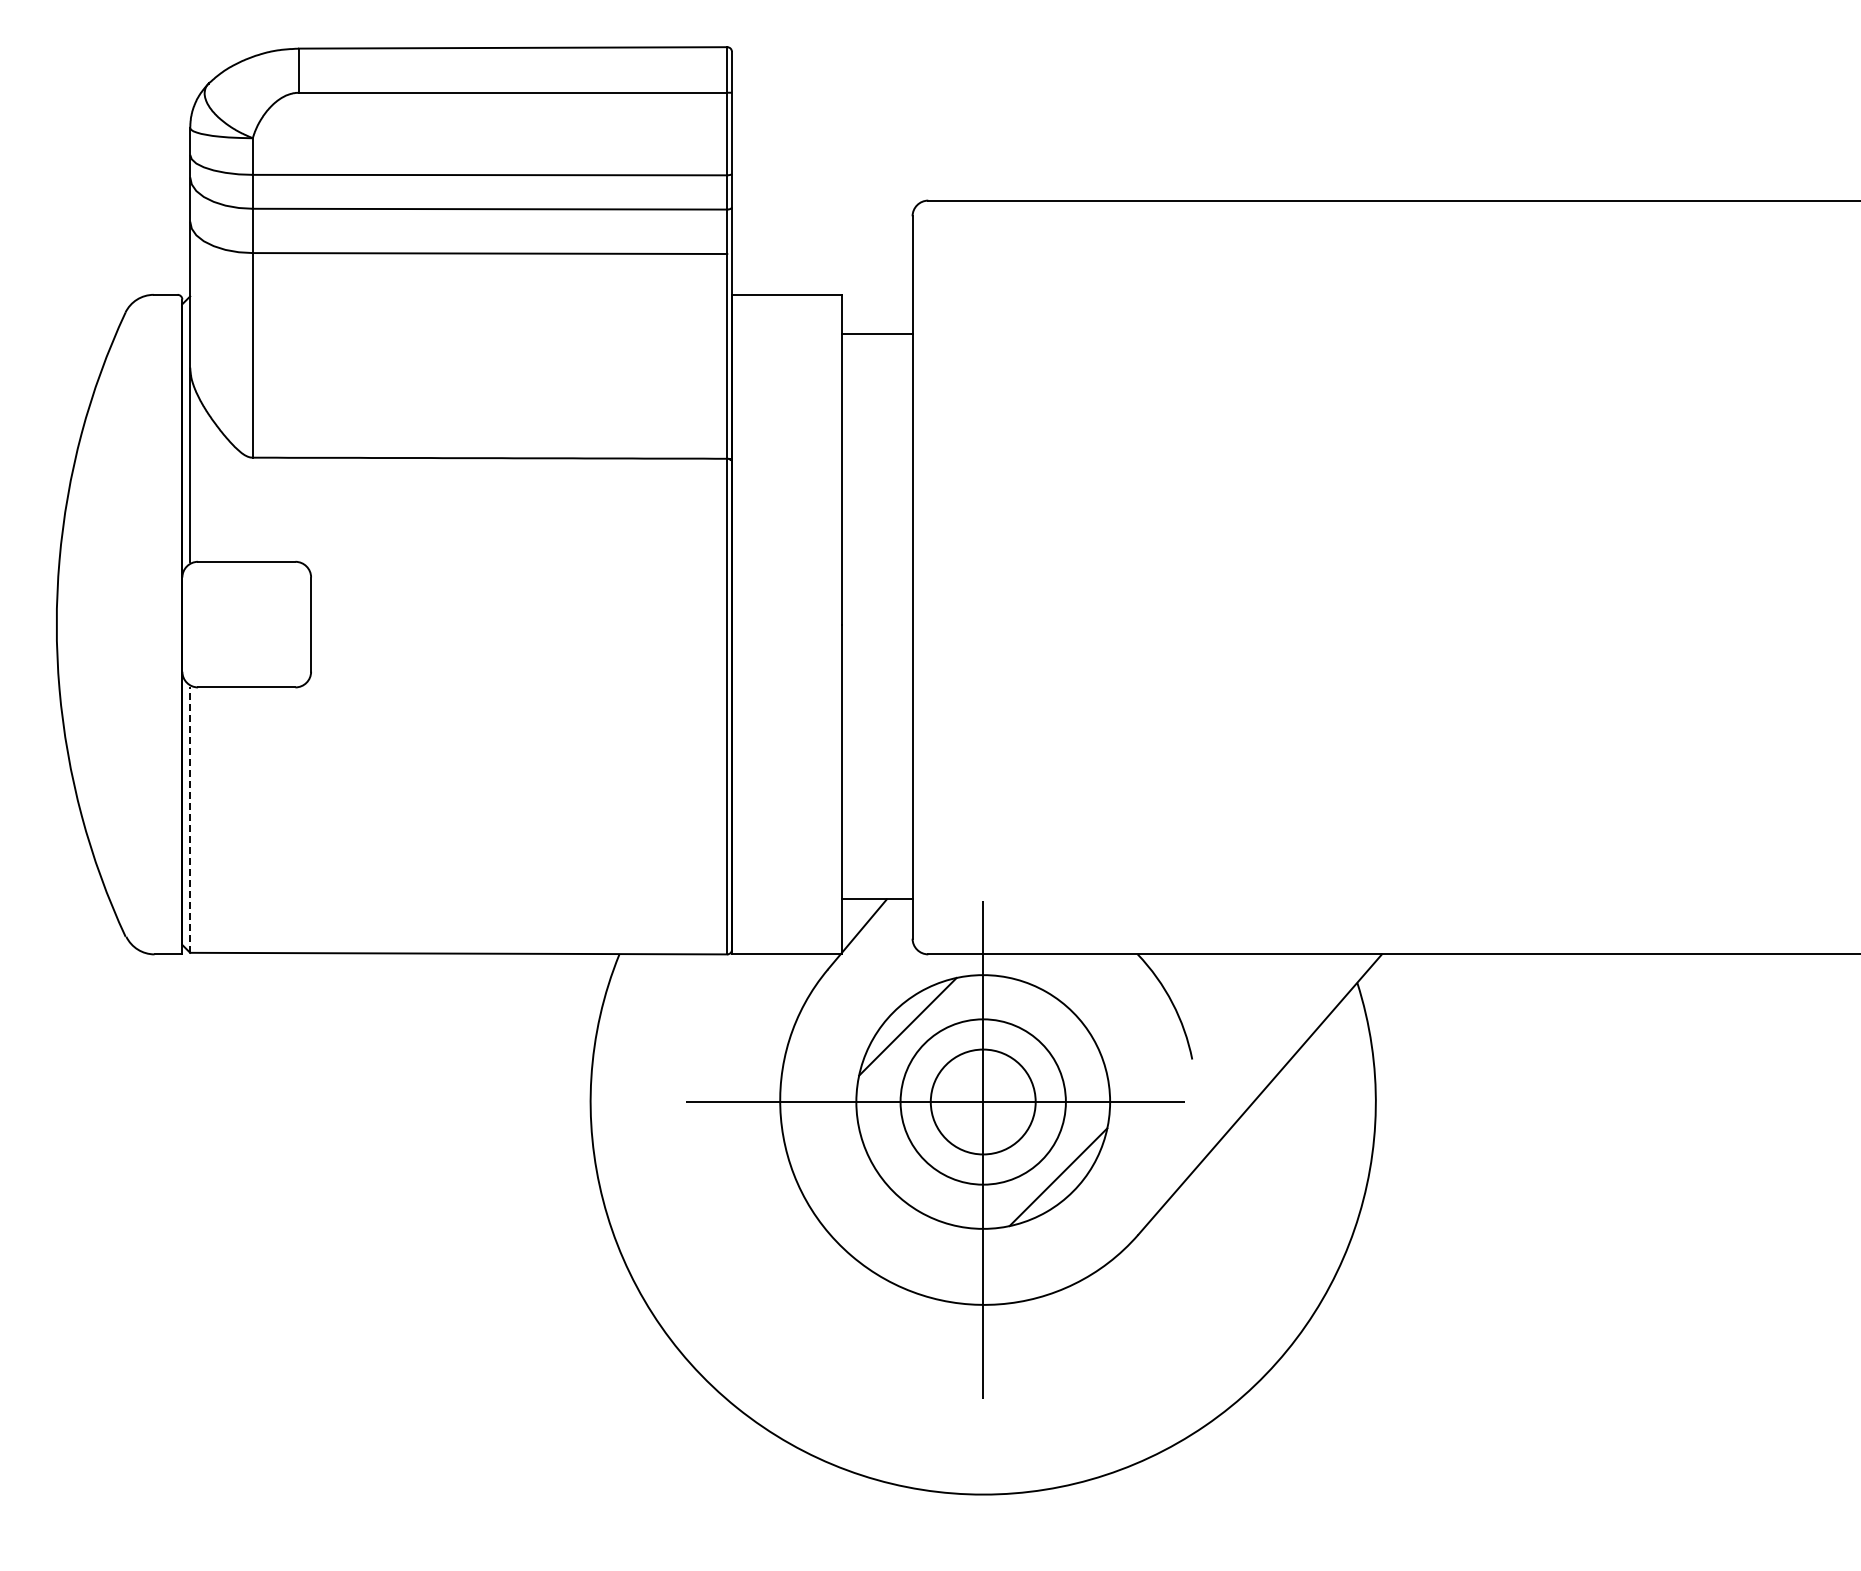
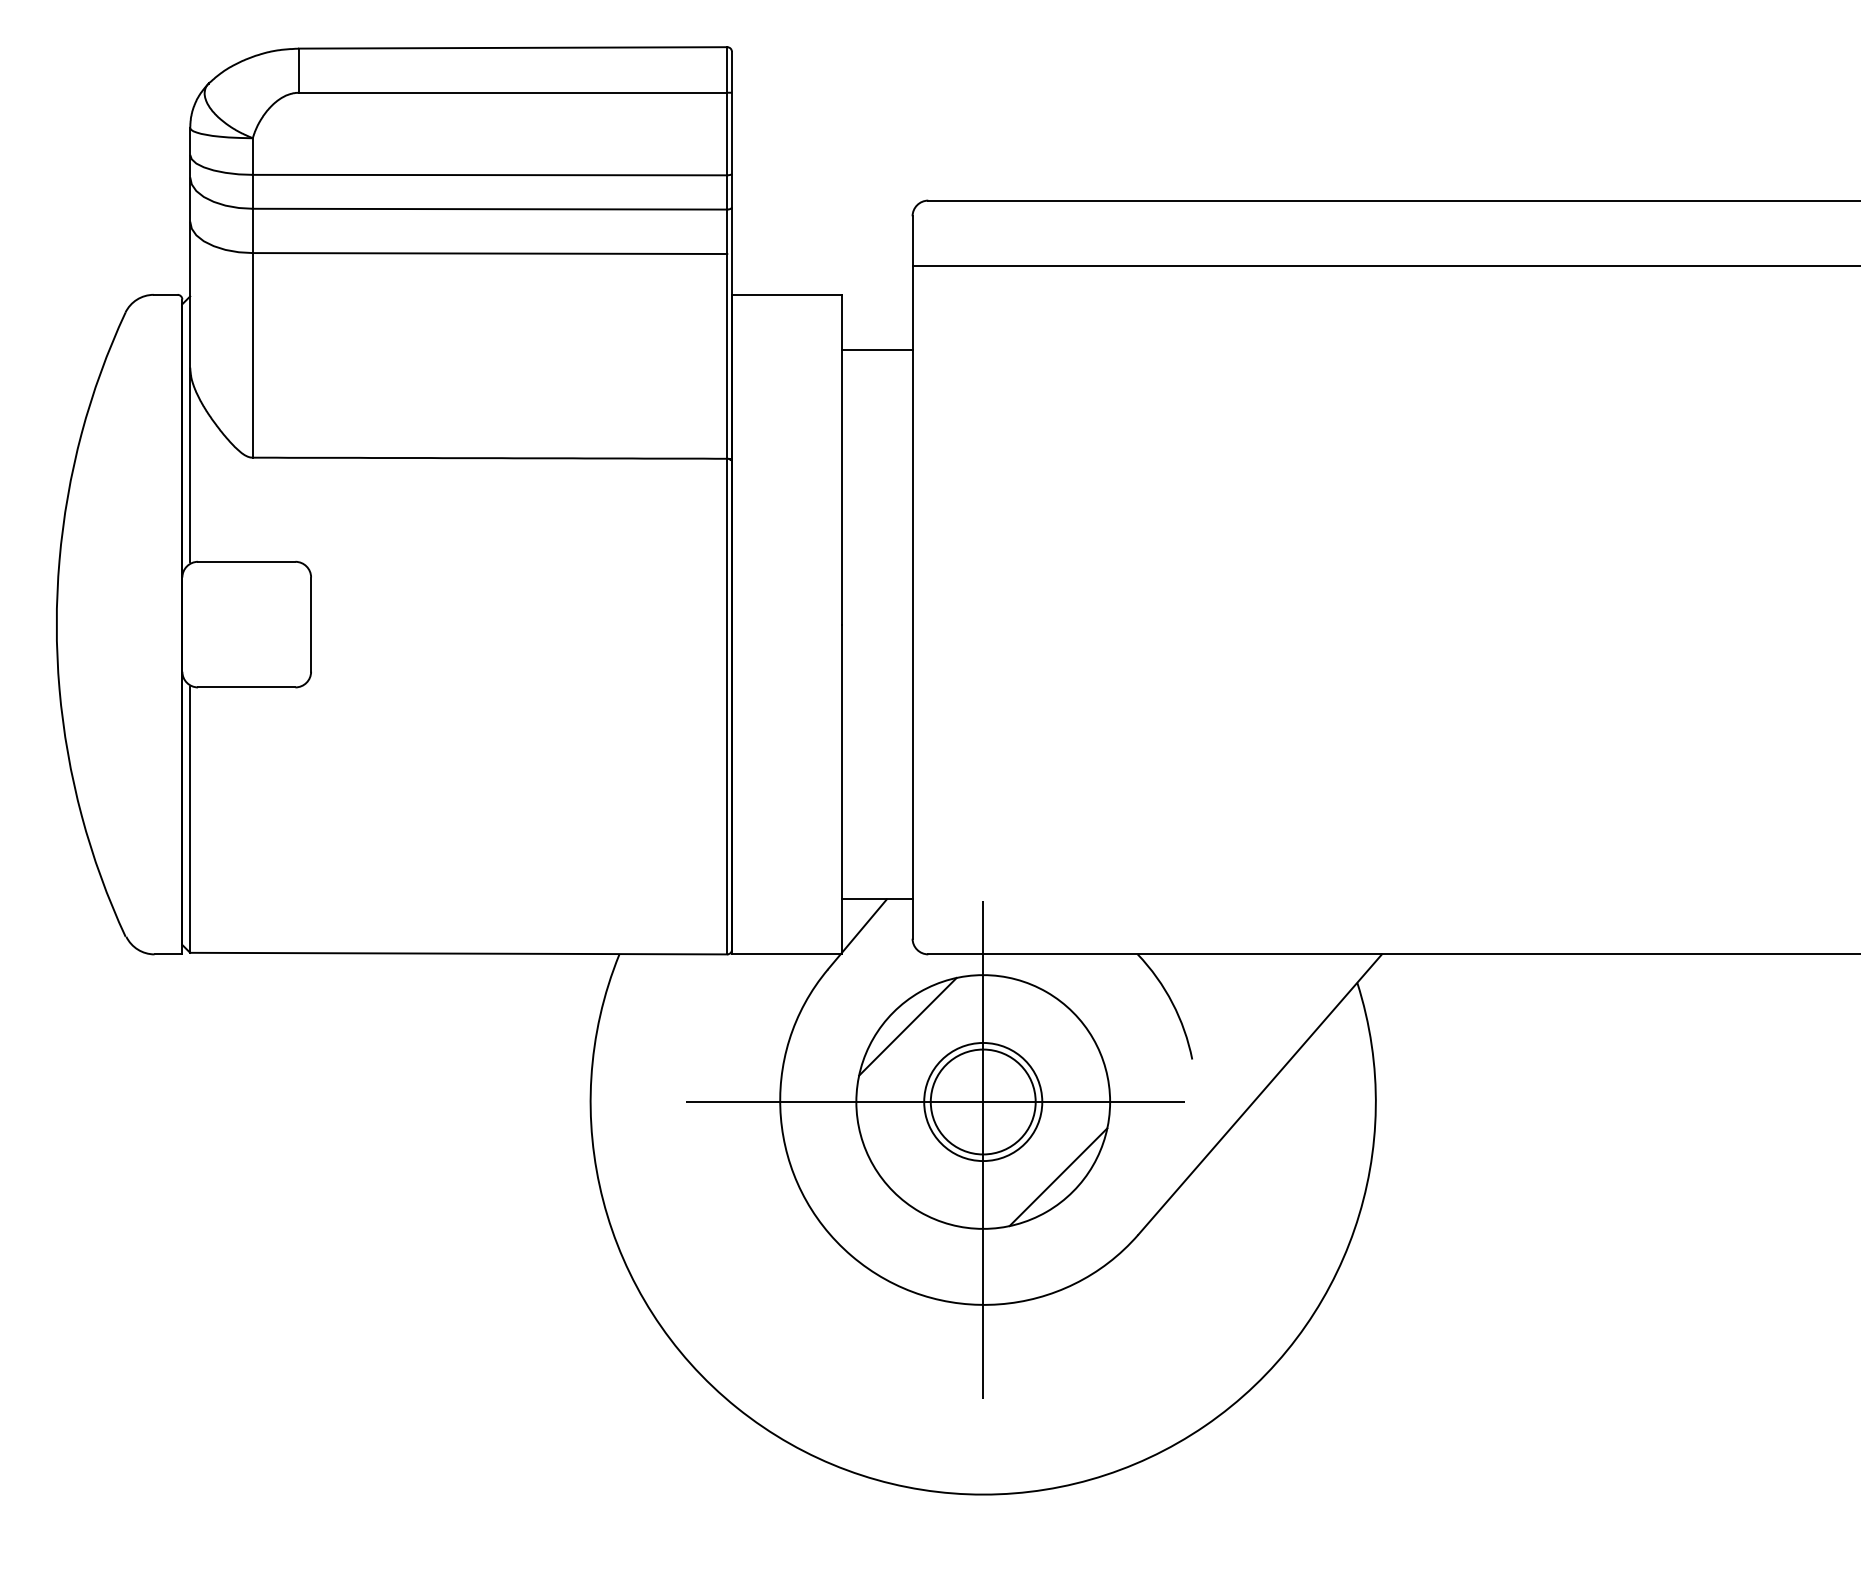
line at (1384, 266): none -> present
line at (876, 333) position: (876, 333) -> (876, 349)
line at (190, 820): dashed -> solid
circle at (982, 1101) diameter: 165 px -> 118 px
